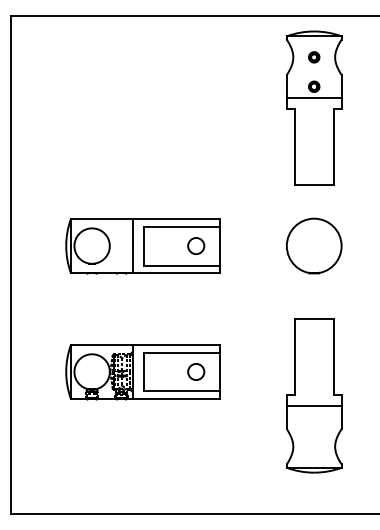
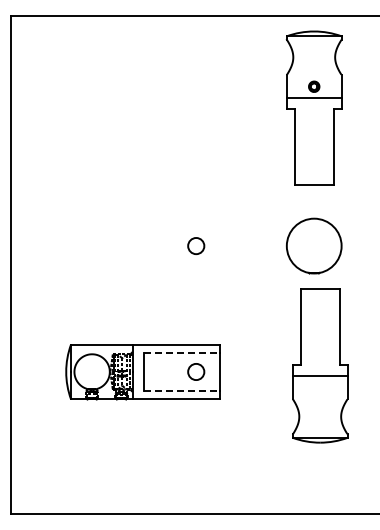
part at (314, 57): present -> none
part at (142, 246): present -> none
line at (181, 352): solid -> dashed
line at (181, 391): solid -> dashed
part at (314, 395) position: (314, 395) -> (320, 365)
